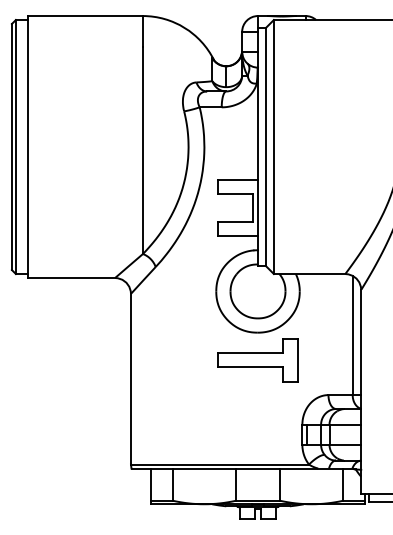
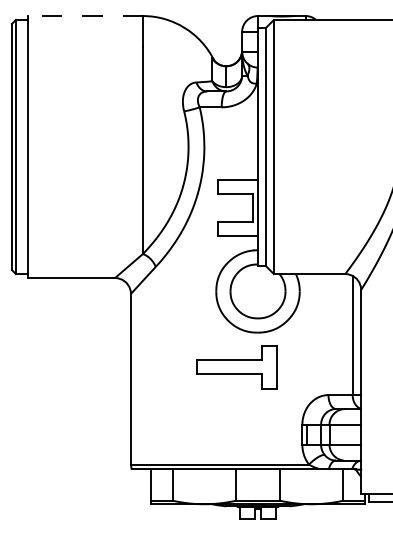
line at (85, 16): solid -> dashed
part at (257, 360) position: (257, 360) -> (236, 367)
